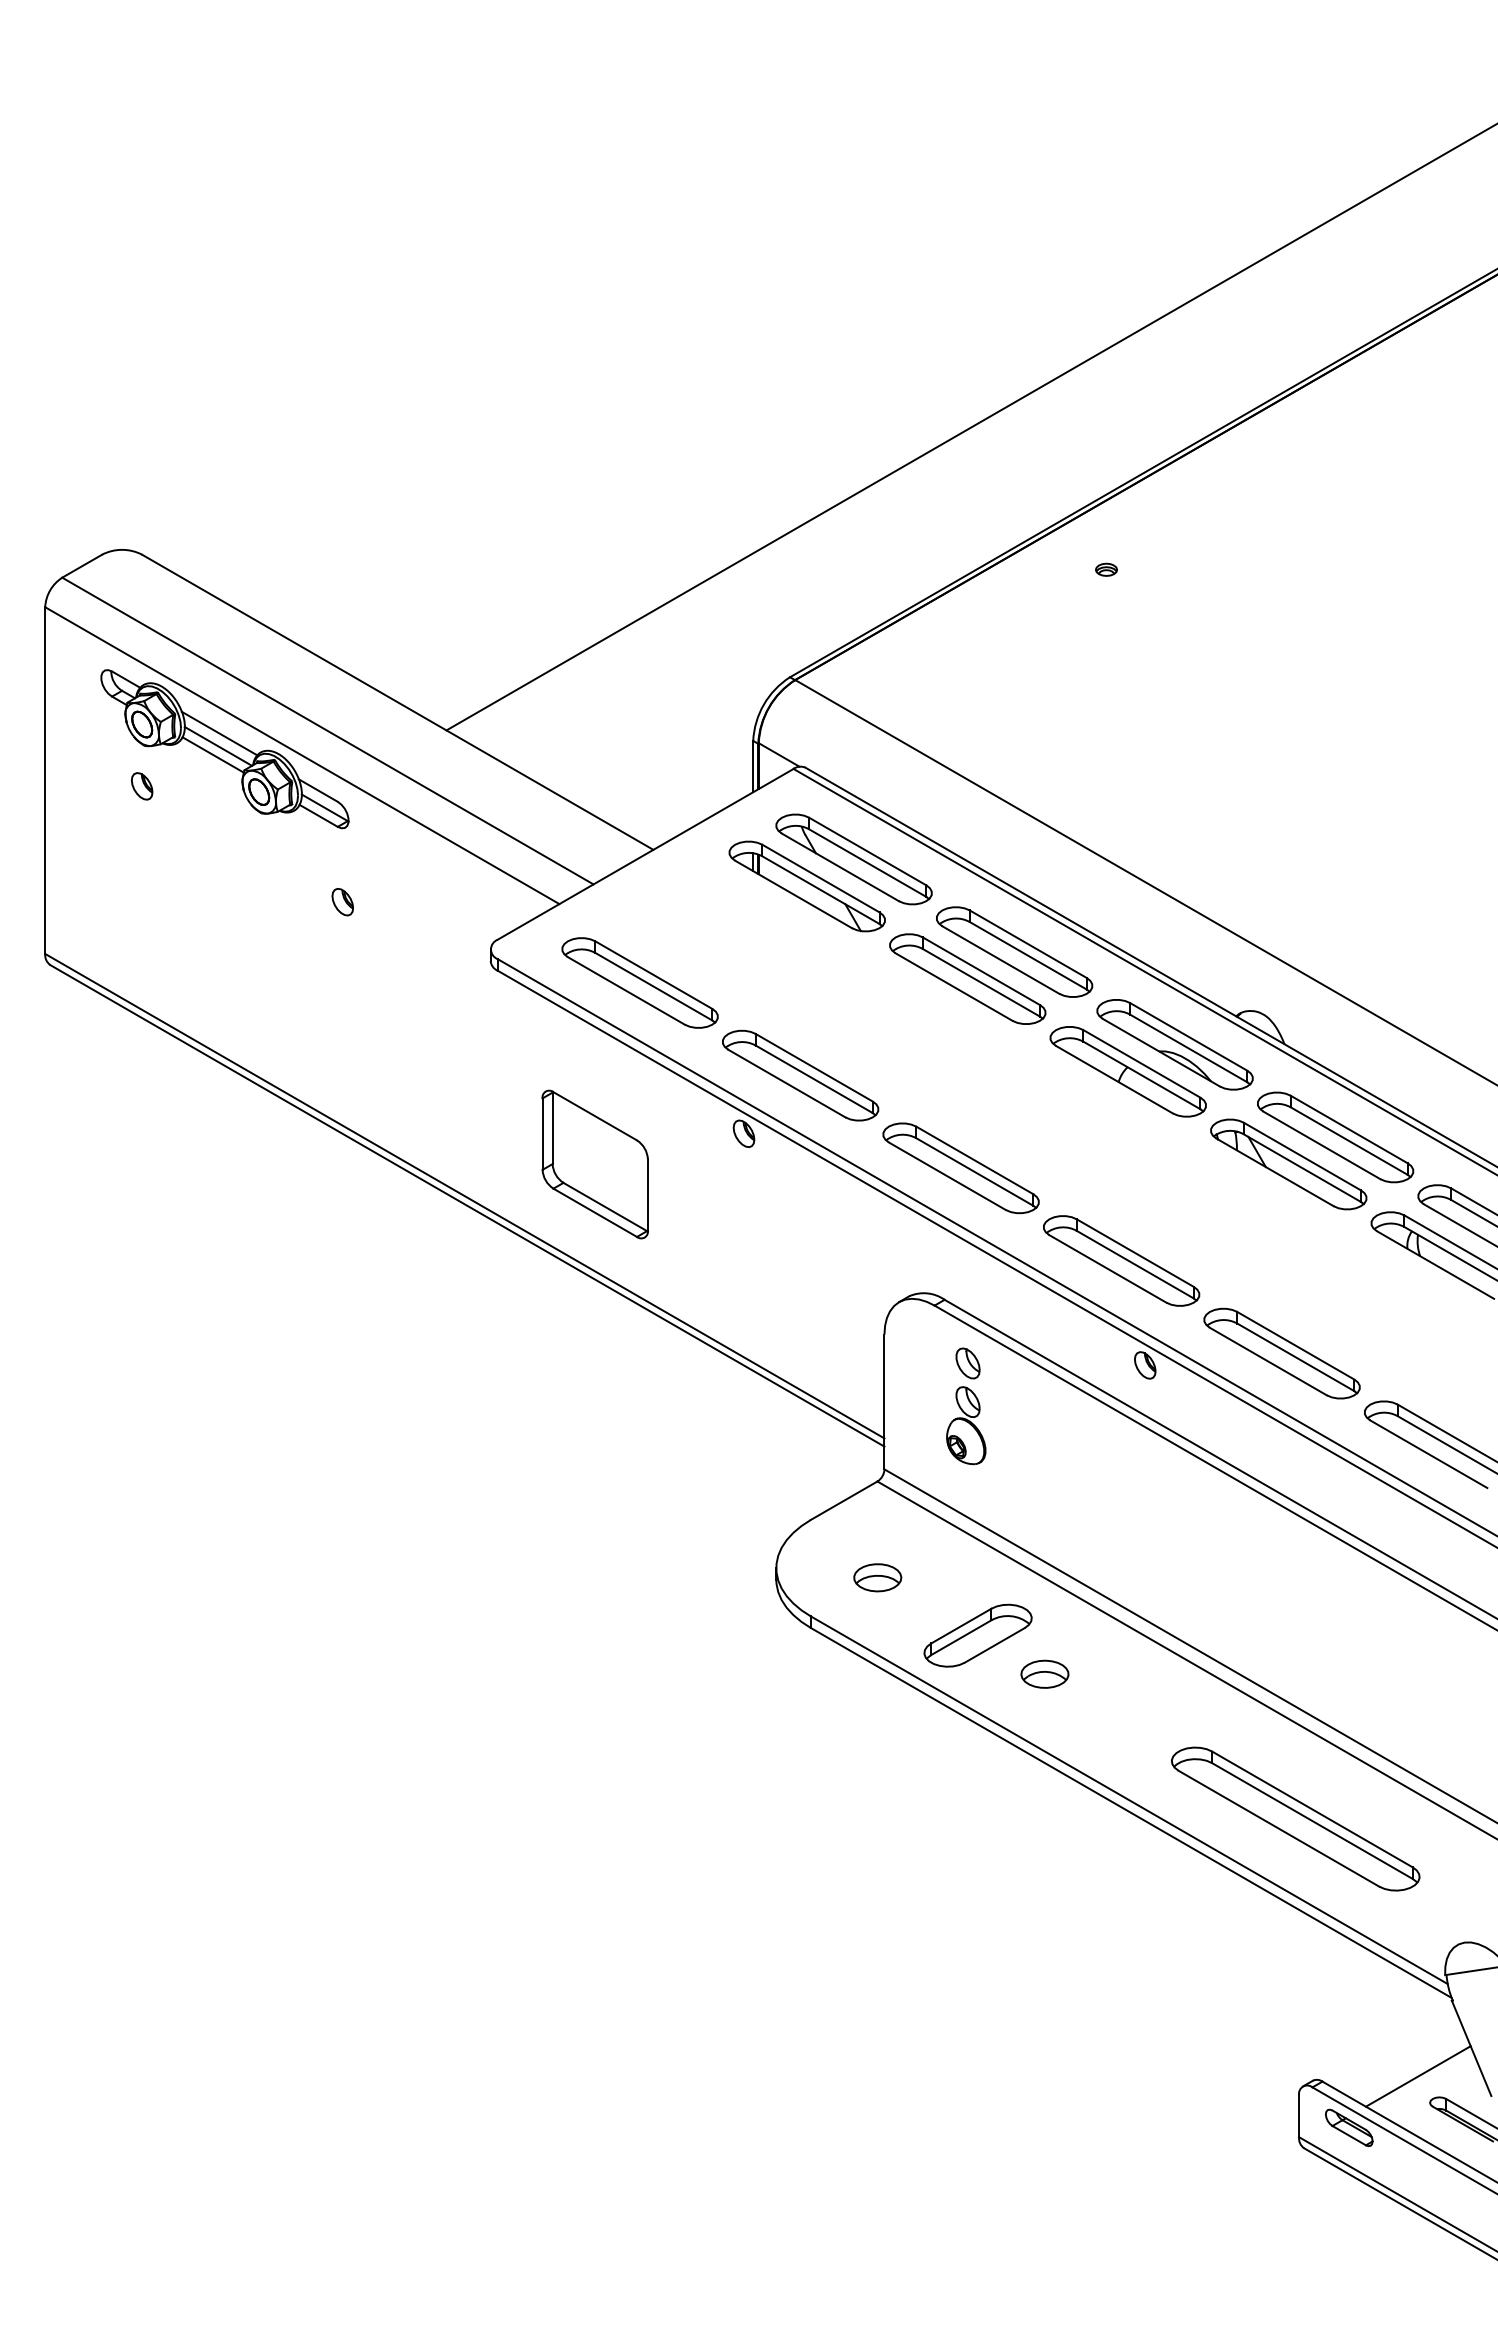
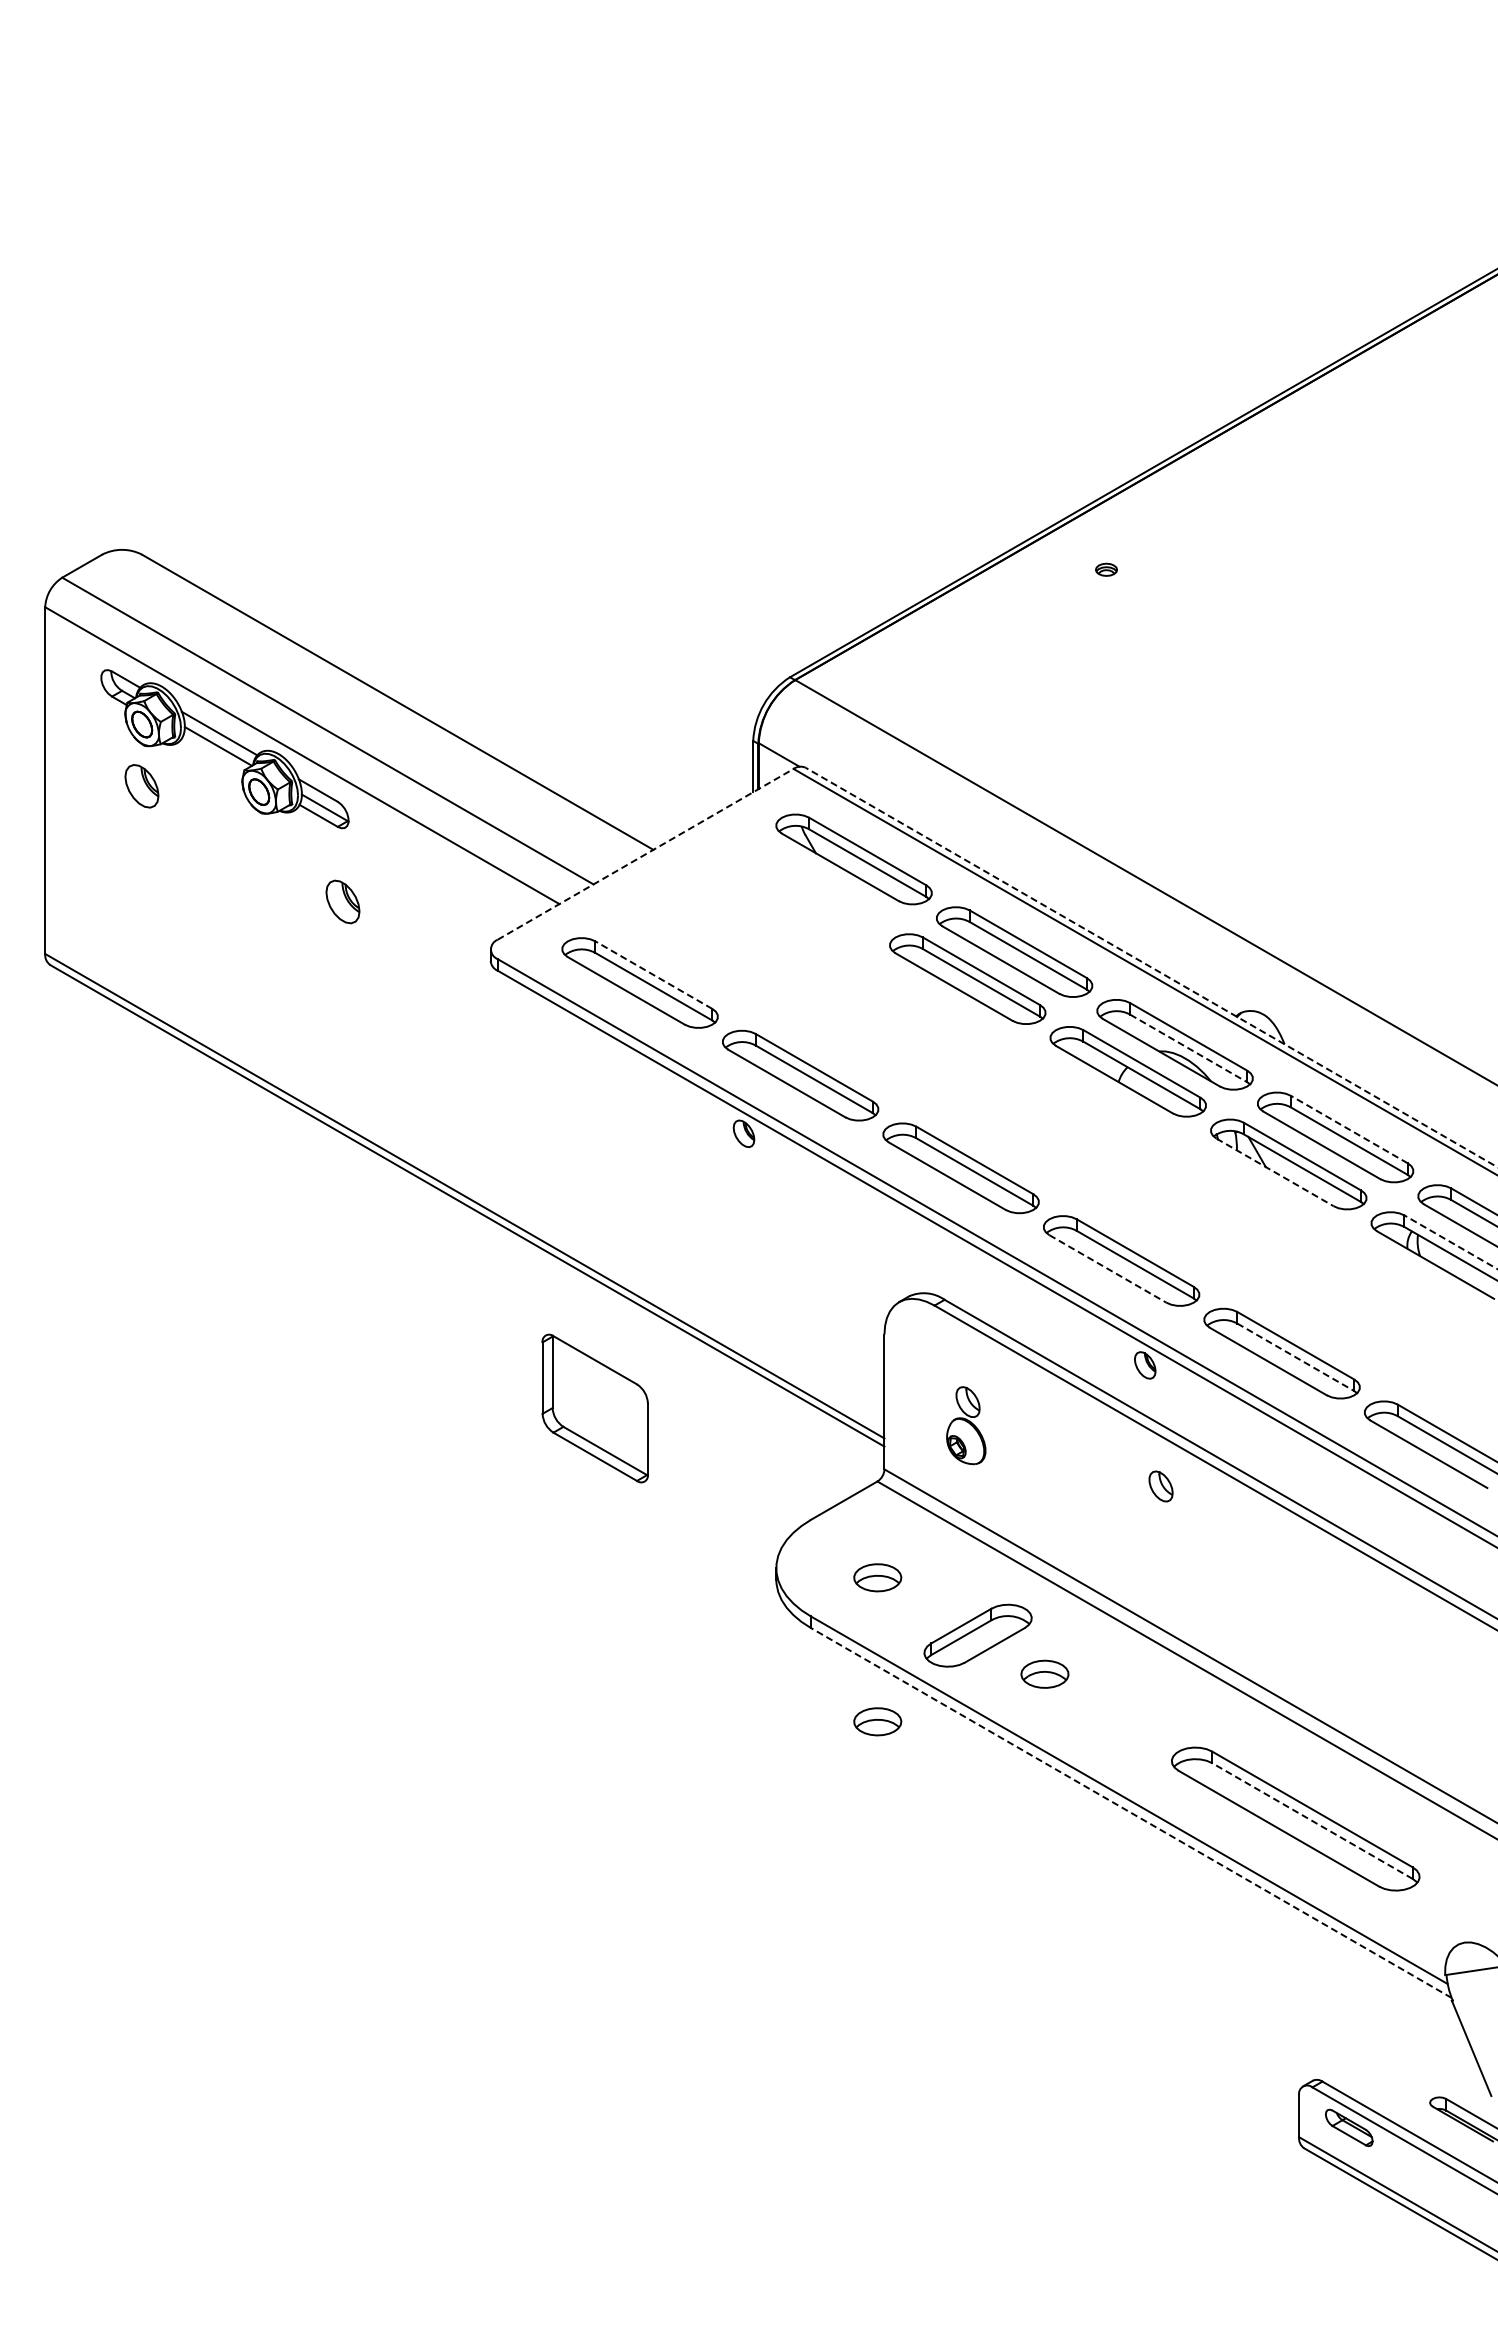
line at (970, 427): present -> none
line at (212, 754): present -> none
part at (142, 786) size: 23x29 px -> 36x45 px
line at (645, 854): solid -> dashed
part at (806, 886): present -> none
part at (342, 902) size: 23x29 px -> 36x46 px
line at (1151, 967): solid -> dashed
line at (653, 975): solid -> dashed
line at (1188, 1048): solid -> dashed
line at (1349, 1129): solid -> dashed
part at (594, 1164) position: (594, 1164) -> (594, 1408)
line at (1275, 1172): solid -> dashed
line at (1450, 1242): solid -> dashed
line at (1107, 1268): solid -> dashed
line at (1295, 1357): solid -> dashed
part at (967, 1363) position: (967, 1363) -> (1160, 1486)
part at (877, 1721): none -> present
line at (1131, 1812): solid -> dashed
line at (1312, 1821): solid -> dashed
line at (1417, 2076): present -> none
